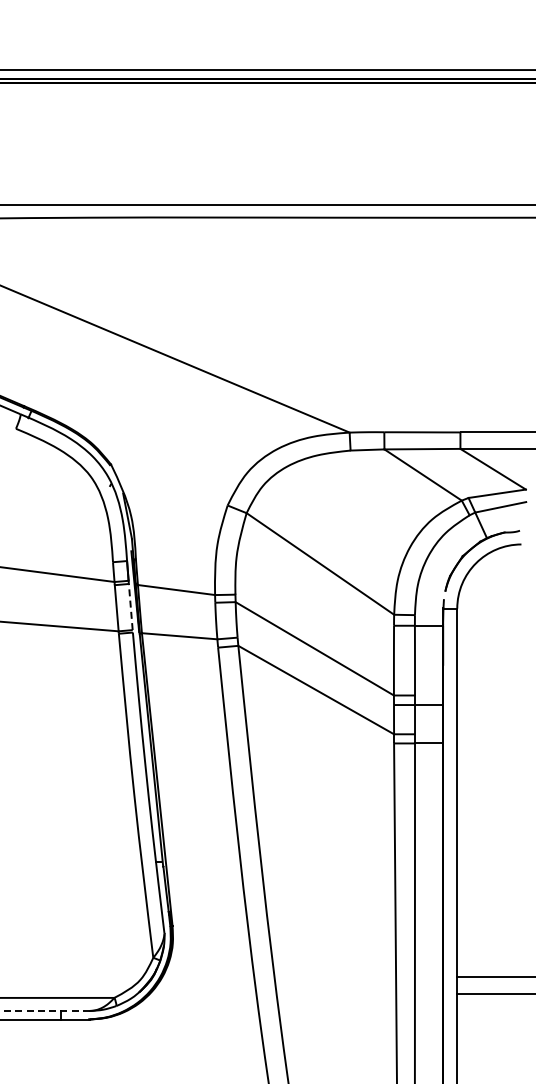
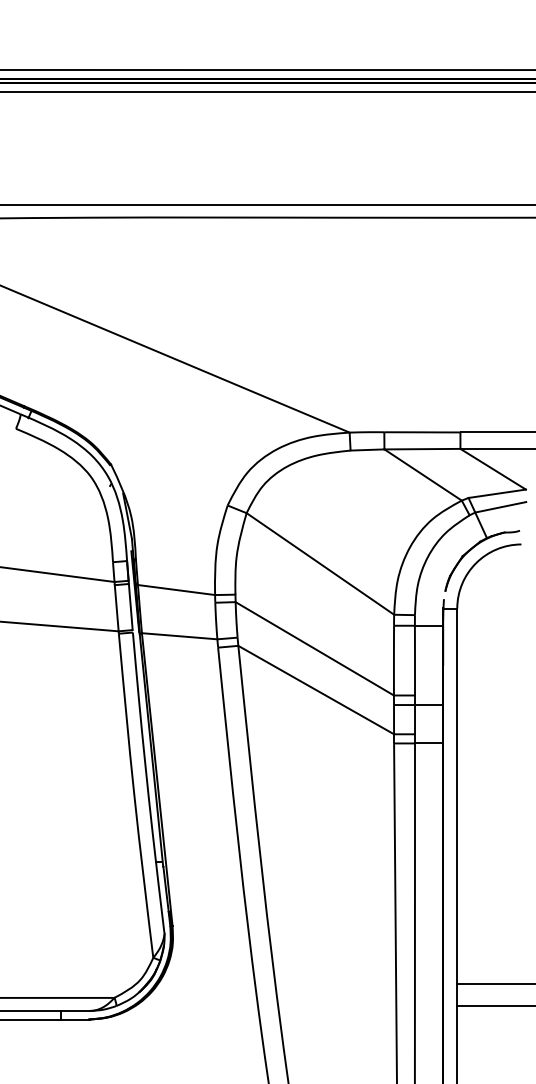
line at (267, 92): none -> present
line at (130, 606): dashed -> solid
line at (494, 976) position: (494, 976) -> (494, 983)
line at (494, 994) position: (494, 994) -> (494, 1006)
line at (45, 1010): dashed -> solid
